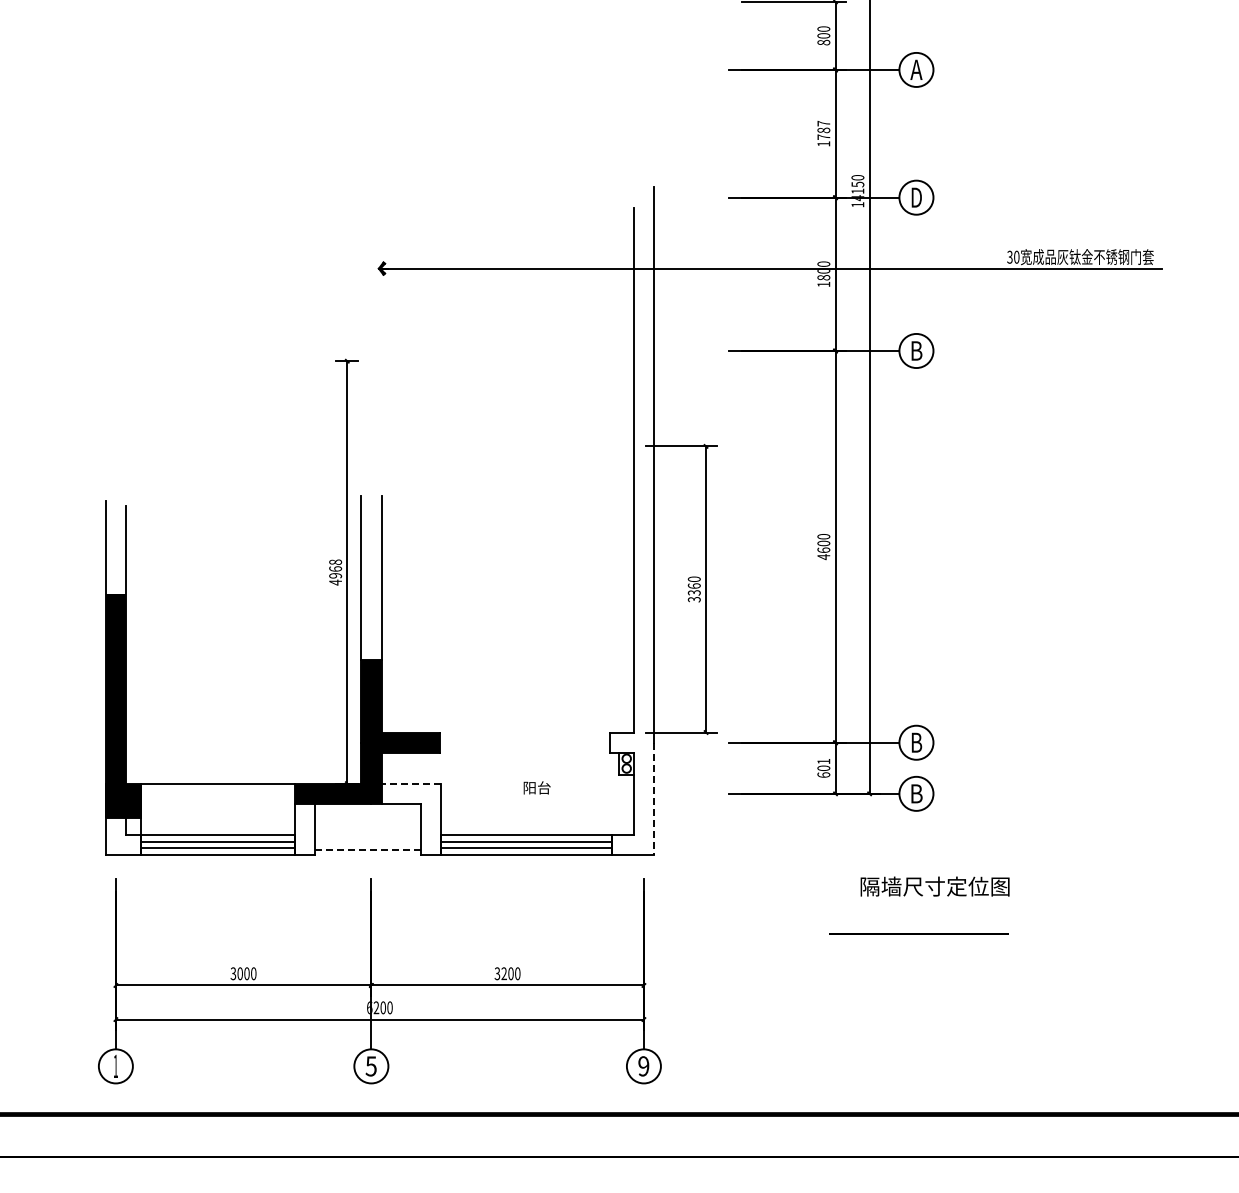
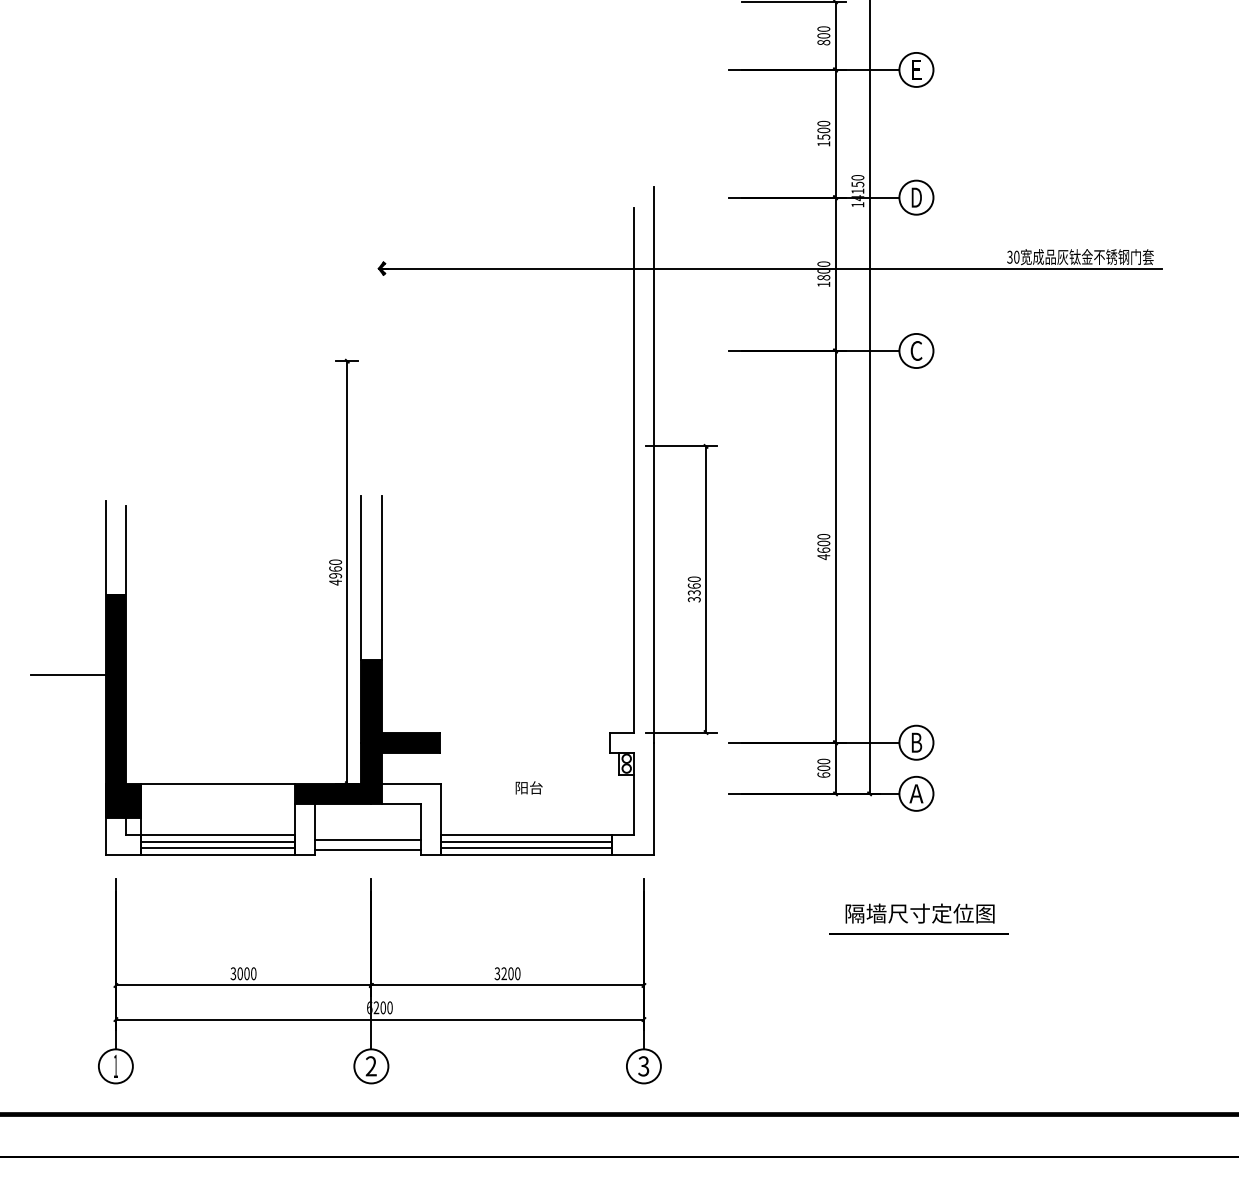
text at (916, 69): A -> E
text at (823, 130): 1787 -> 1500
text at (916, 350): B -> C
text at (335, 561): 4968 -> 4960
line at (67, 674): none -> present
text at (823, 761): 601 -> 600
line at (411, 783): dashed -> solid
text at (536, 787) position: (536, 787) -> (528, 787)
text at (916, 793): B -> A
line at (654, 799): dashed -> solid
line at (367, 839): none -> present
line at (367, 850): dashed -> solid
text at (934, 886) position: (934, 886) -> (919, 913)
text at (370, 1066): 5 -> 2
text at (643, 1066): 9 -> 3
